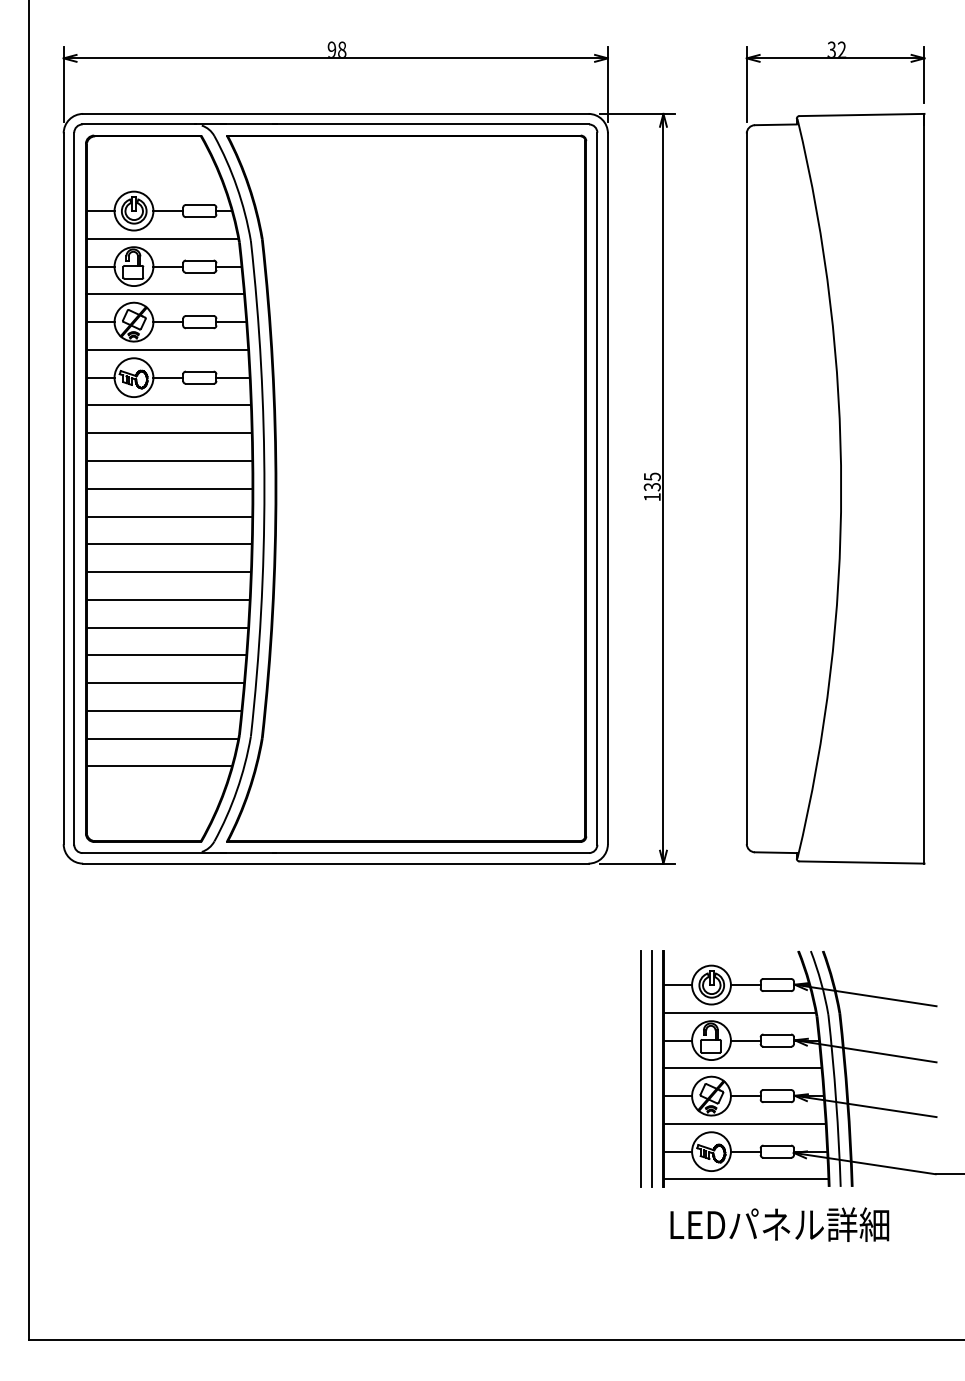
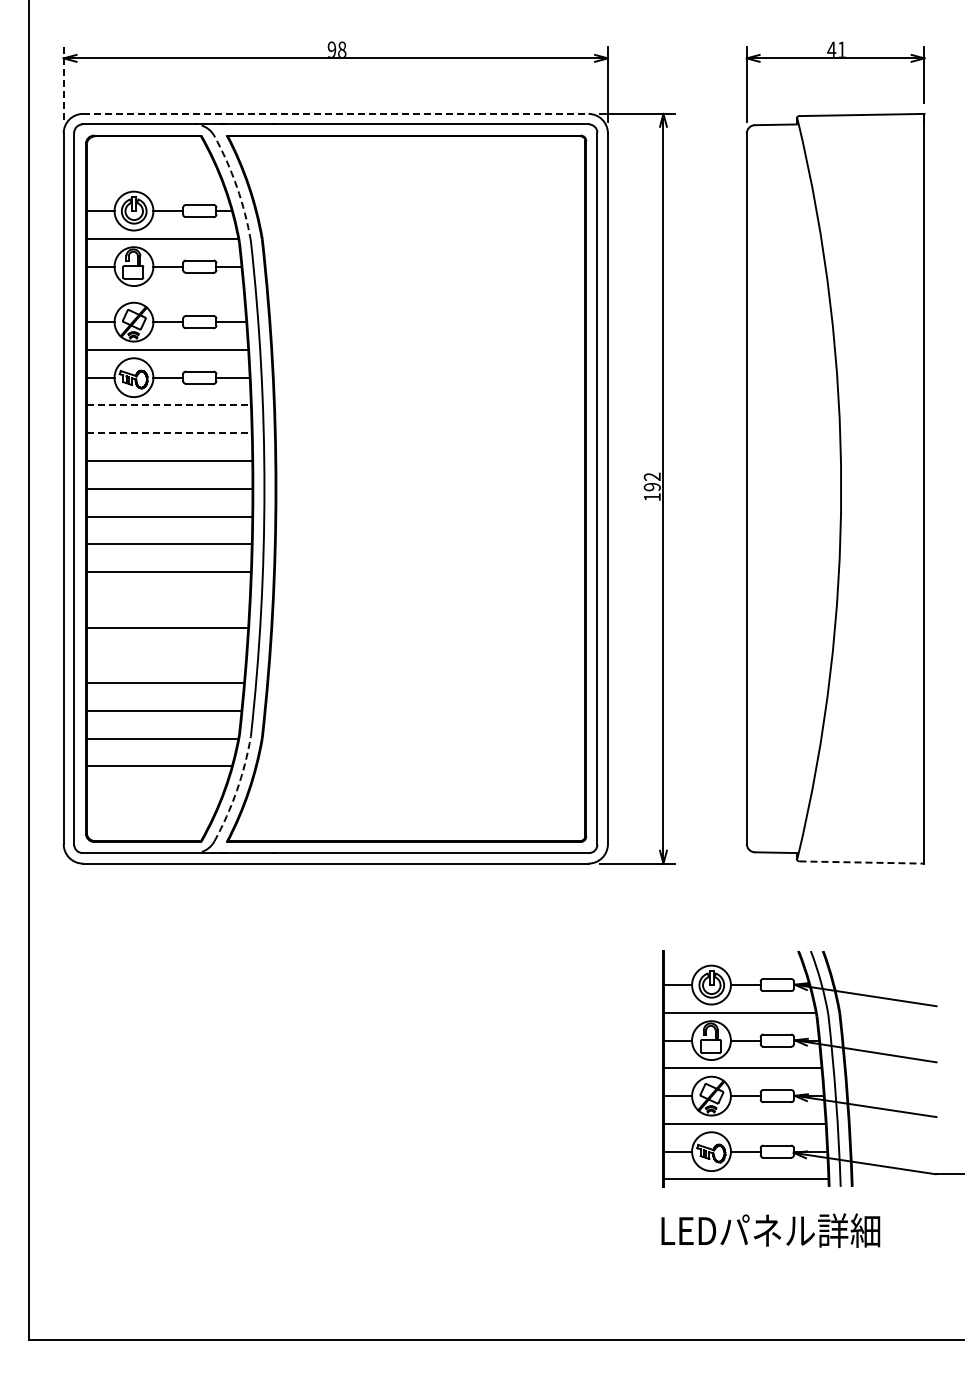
text at (836, 48): 32 -> 41
line at (63, 85): solid -> dashed
line at (335, 113): solid -> dashed
arc at (236, 186): solid -> dashed
line at (164, 294): present -> none
line at (169, 405): solid -> dashed
line at (169, 433): solid -> dashed
text at (651, 481): 135 -> 192
line at (167, 599): present -> none
line at (166, 655): present -> none
arc at (236, 790): solid -> dashed
line at (861, 862): solid -> dashed
line at (641, 1068): present -> none
line at (651, 1068): present -> none
text at (779, 1224) position: (779, 1224) -> (770, 1230)
